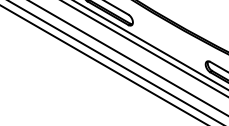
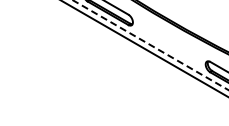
line at (150, 45): solid -> dashed
line at (128, 58): present -> none
line at (114, 62): present -> none
line at (102, 64): present -> none
